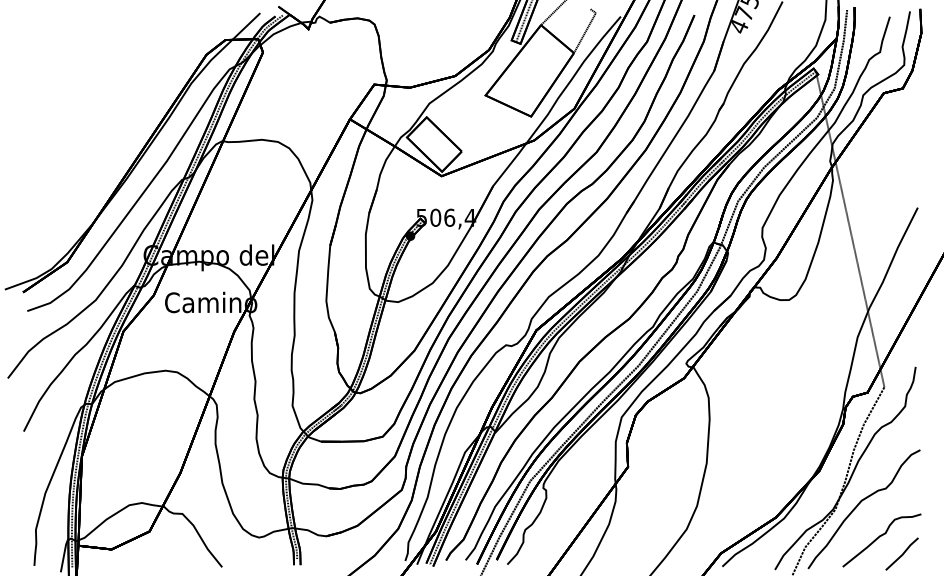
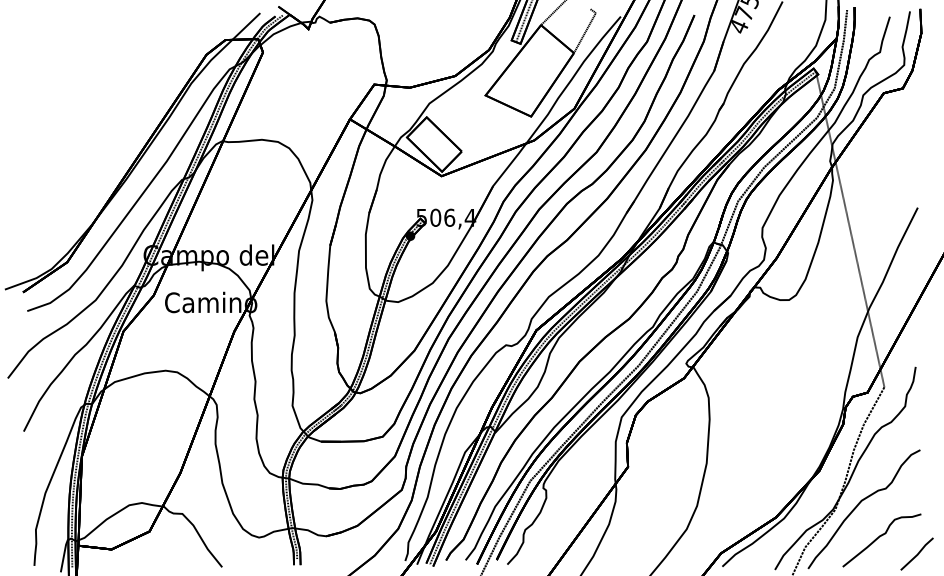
part at (901, 553) position: (901, 553) -> (916, 553)
